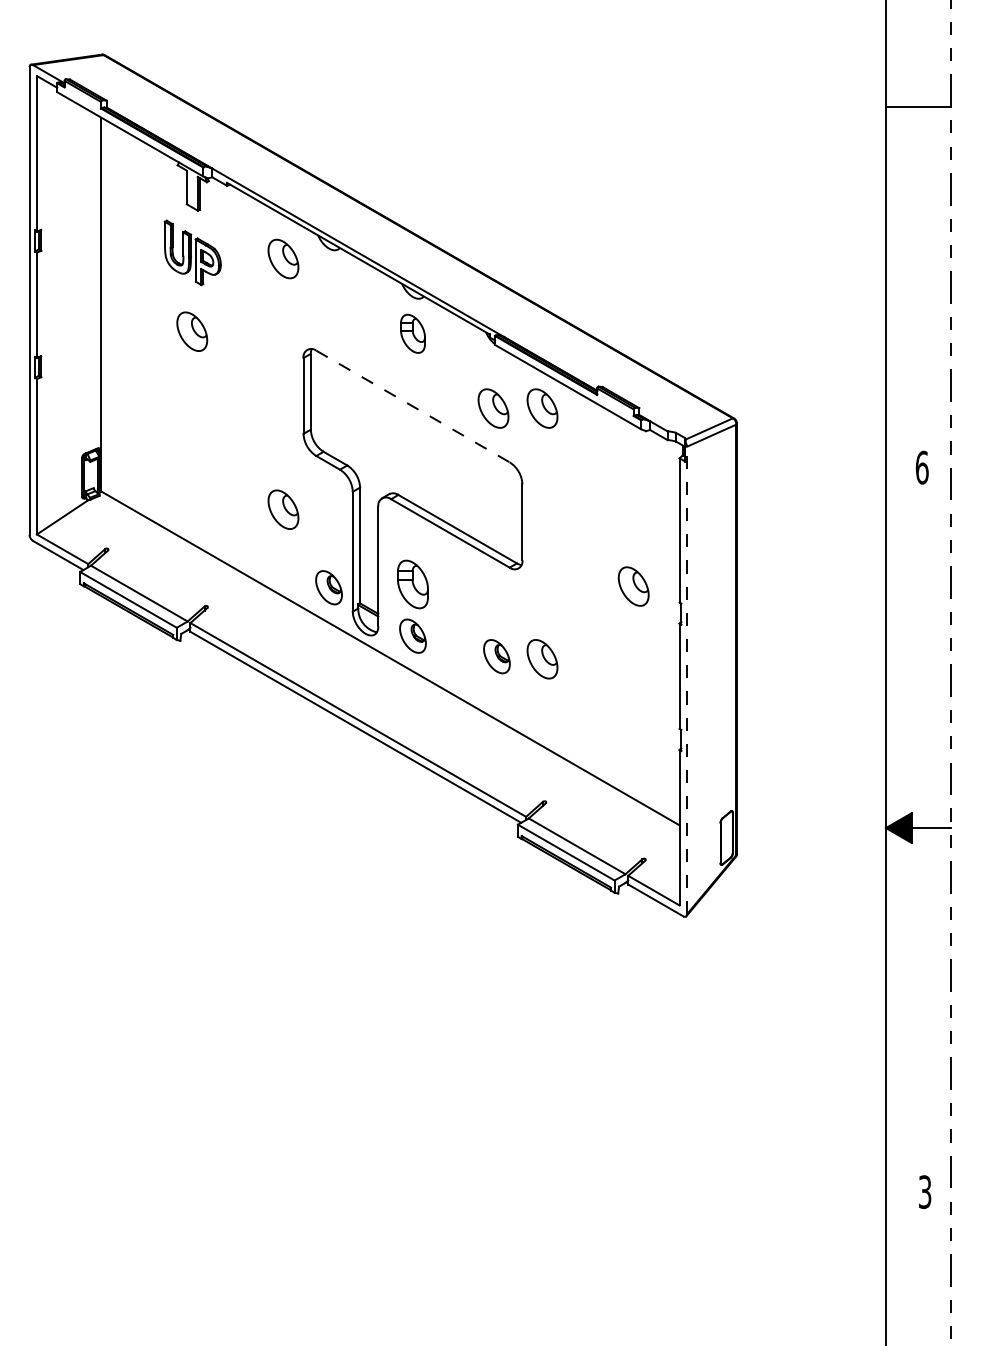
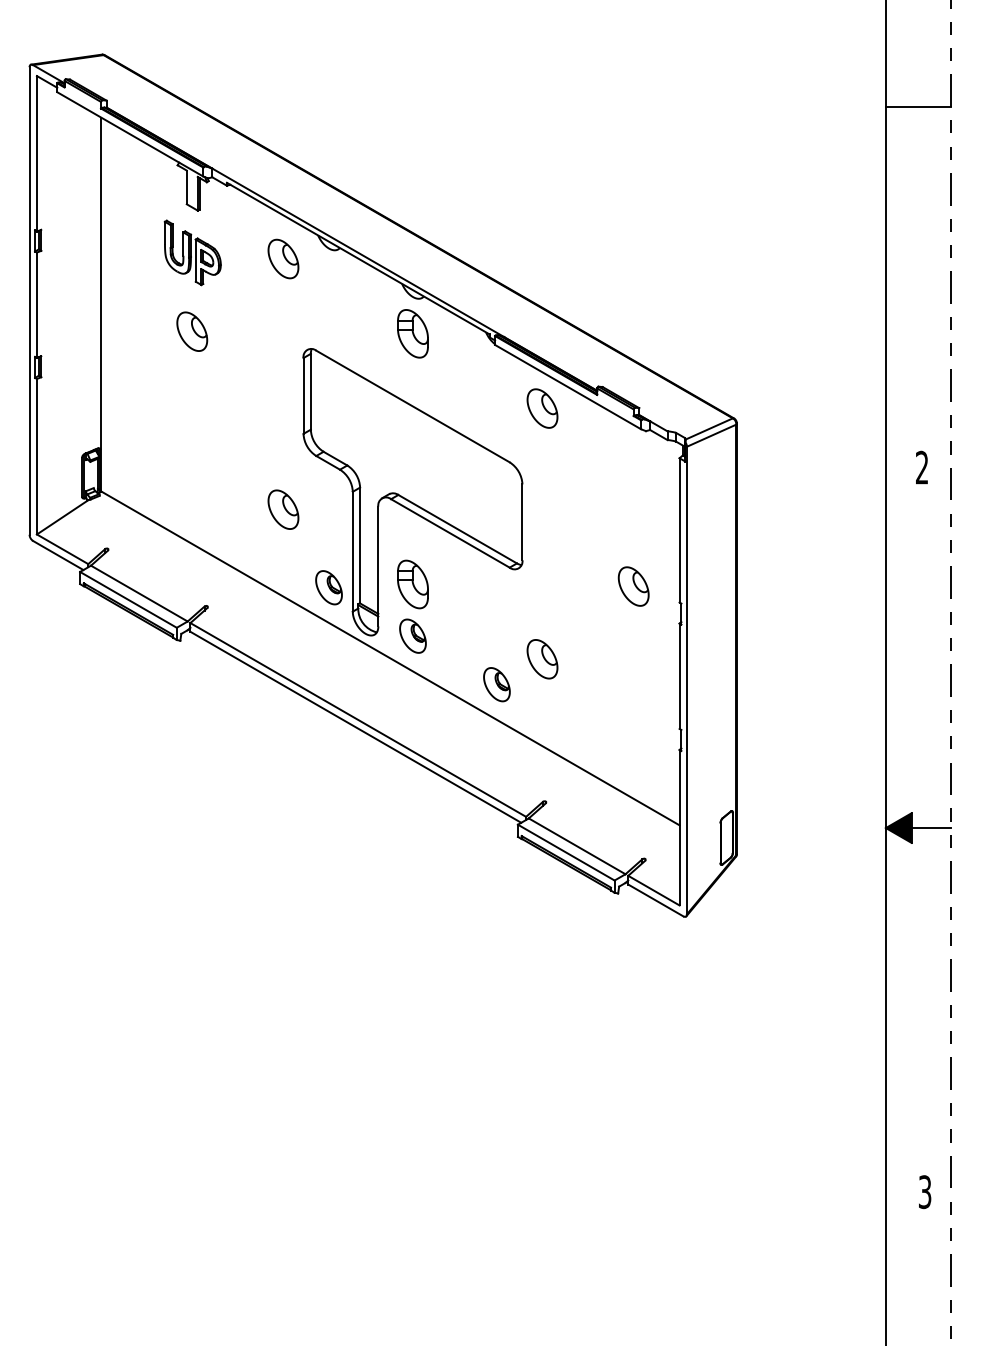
part at (412, 333) size: 26x41 px -> 32x50 px
line at (413, 406): dashed -> solid
part at (493, 408): present -> none
text at (921, 467): 6 -> 2
part at (496, 656) position: (496, 656) -> (496, 684)
line at (687, 680): dashed -> solid
